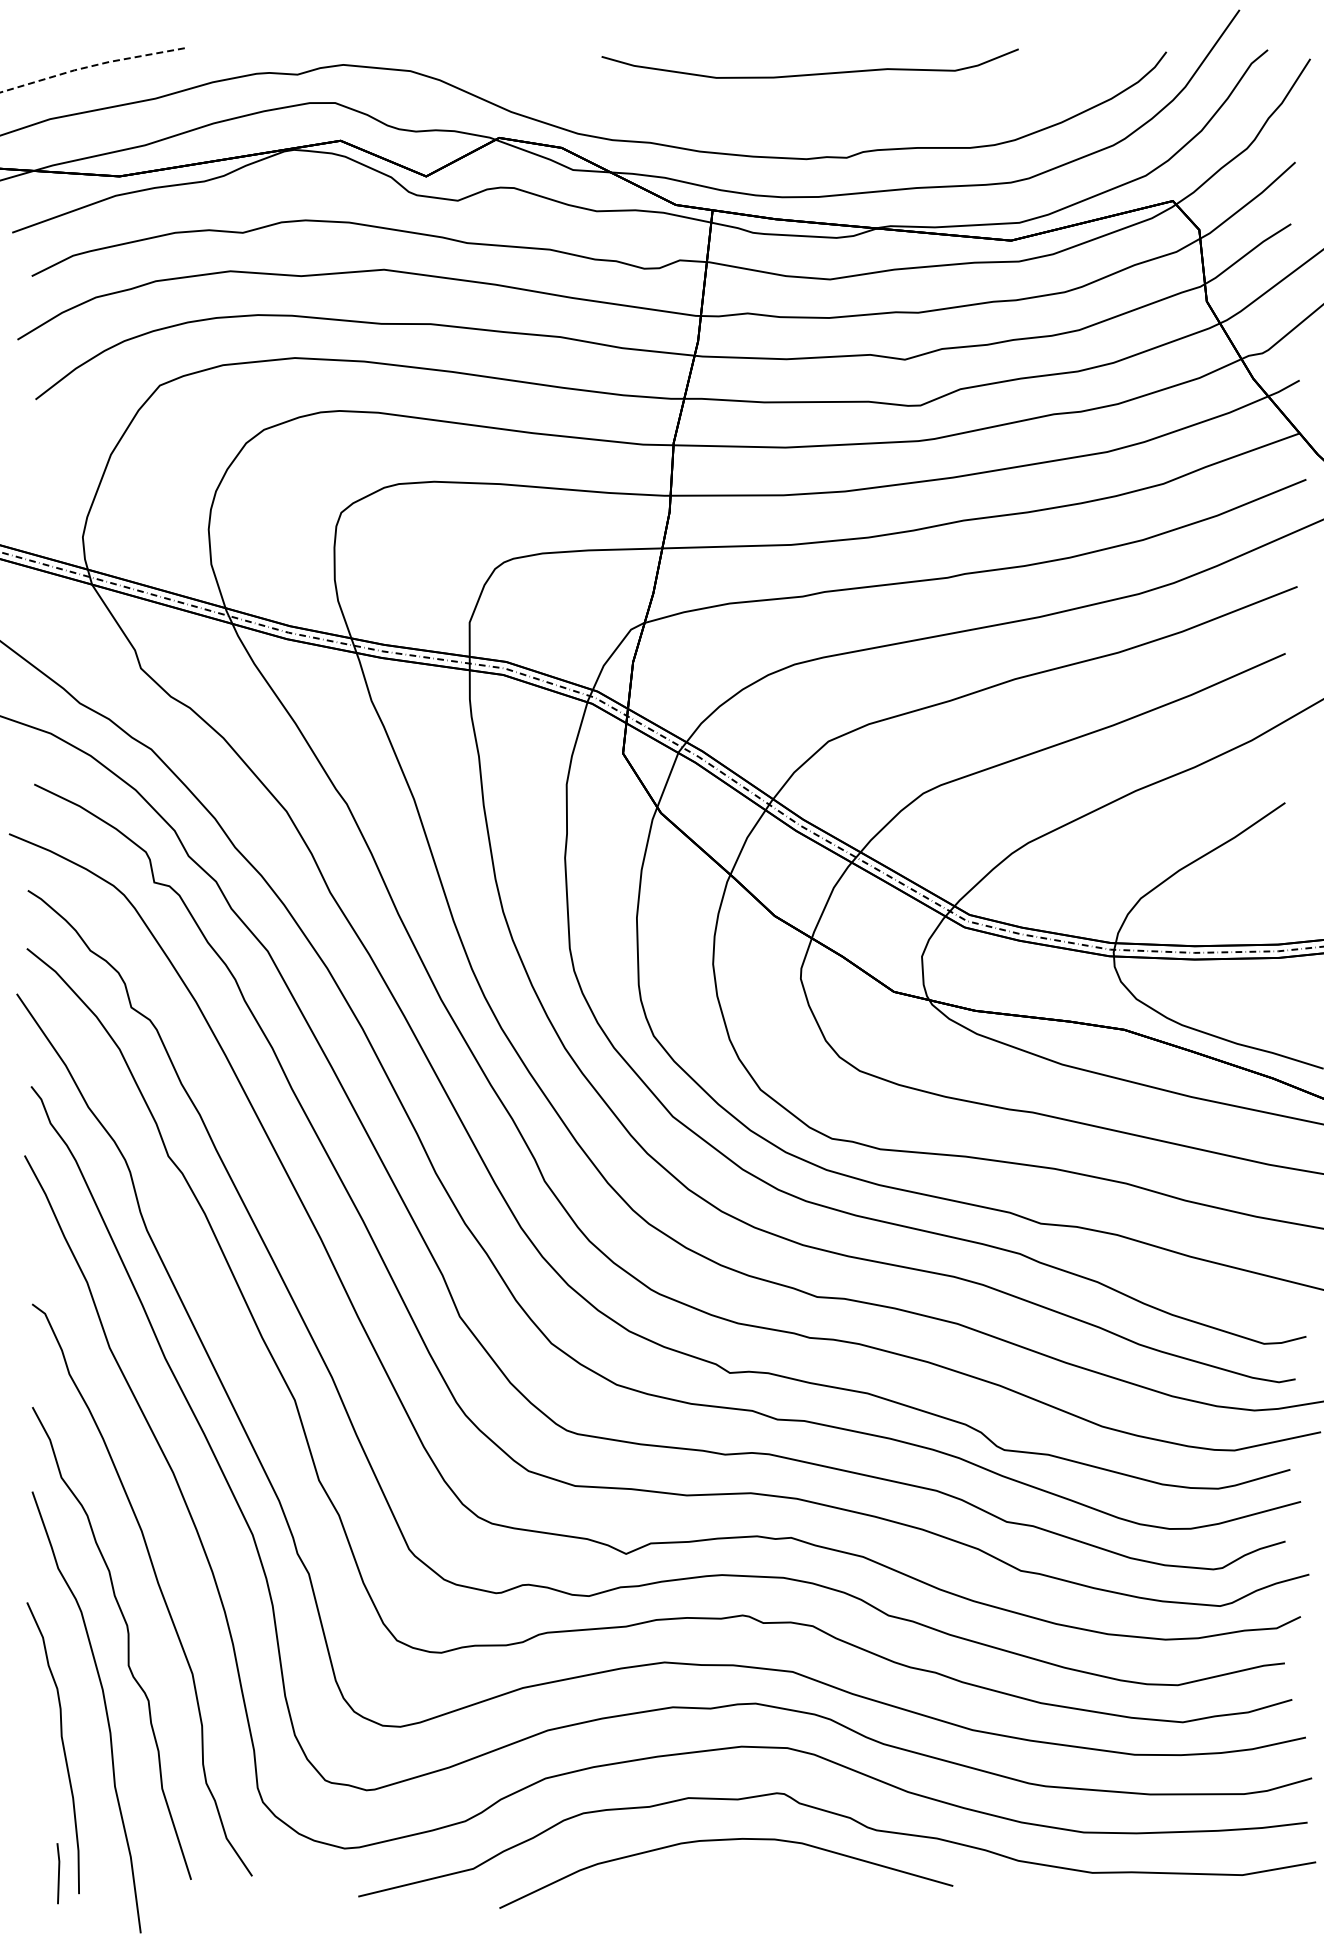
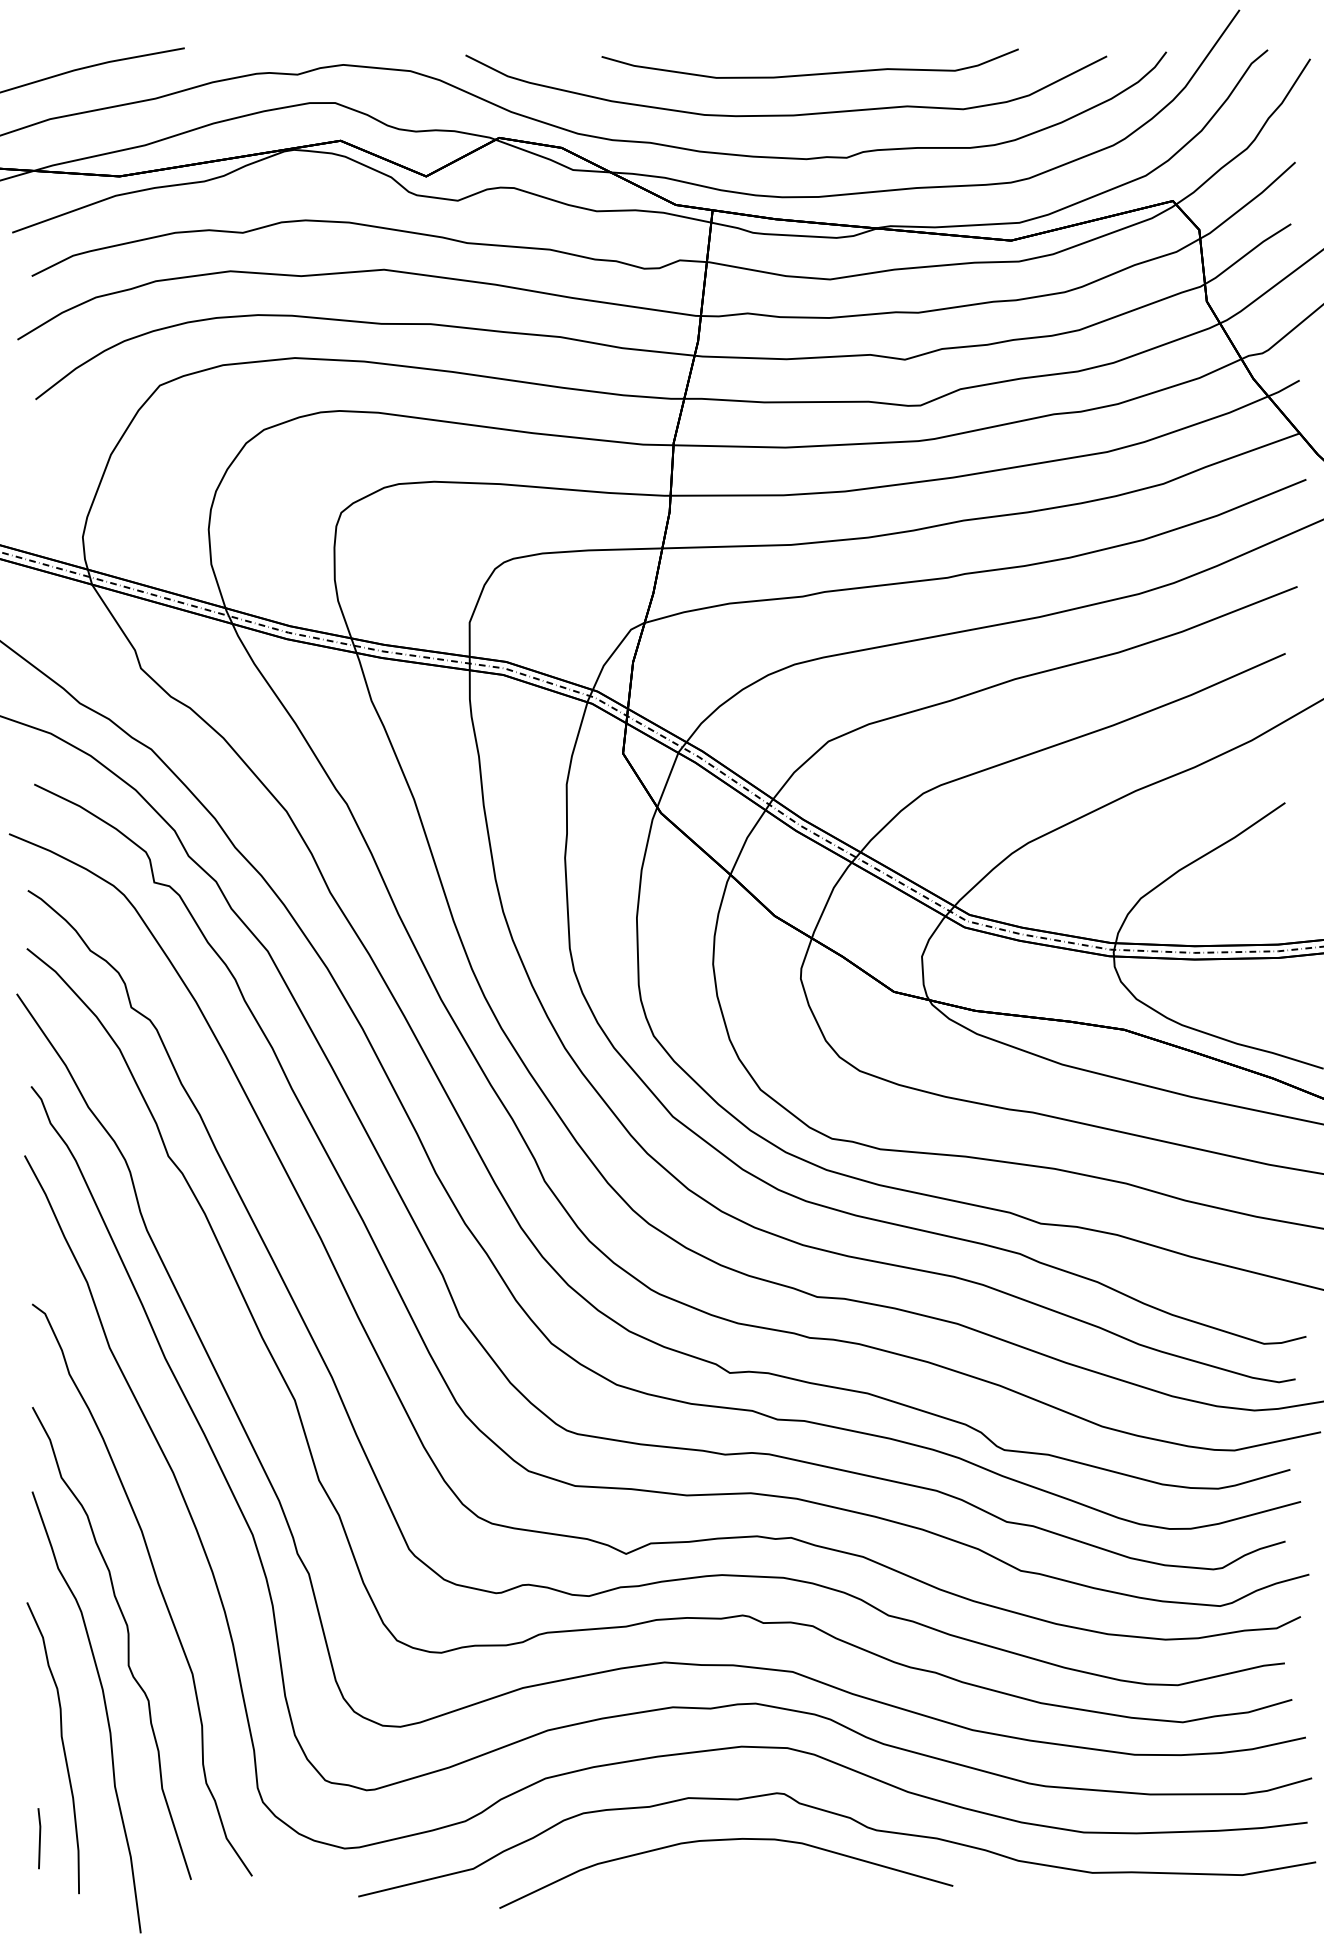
line at (90, 66): dashed -> solid
curve at (786, 114): none -> present
line at (58, 1873) position: (58, 1873) -> (39, 1838)
